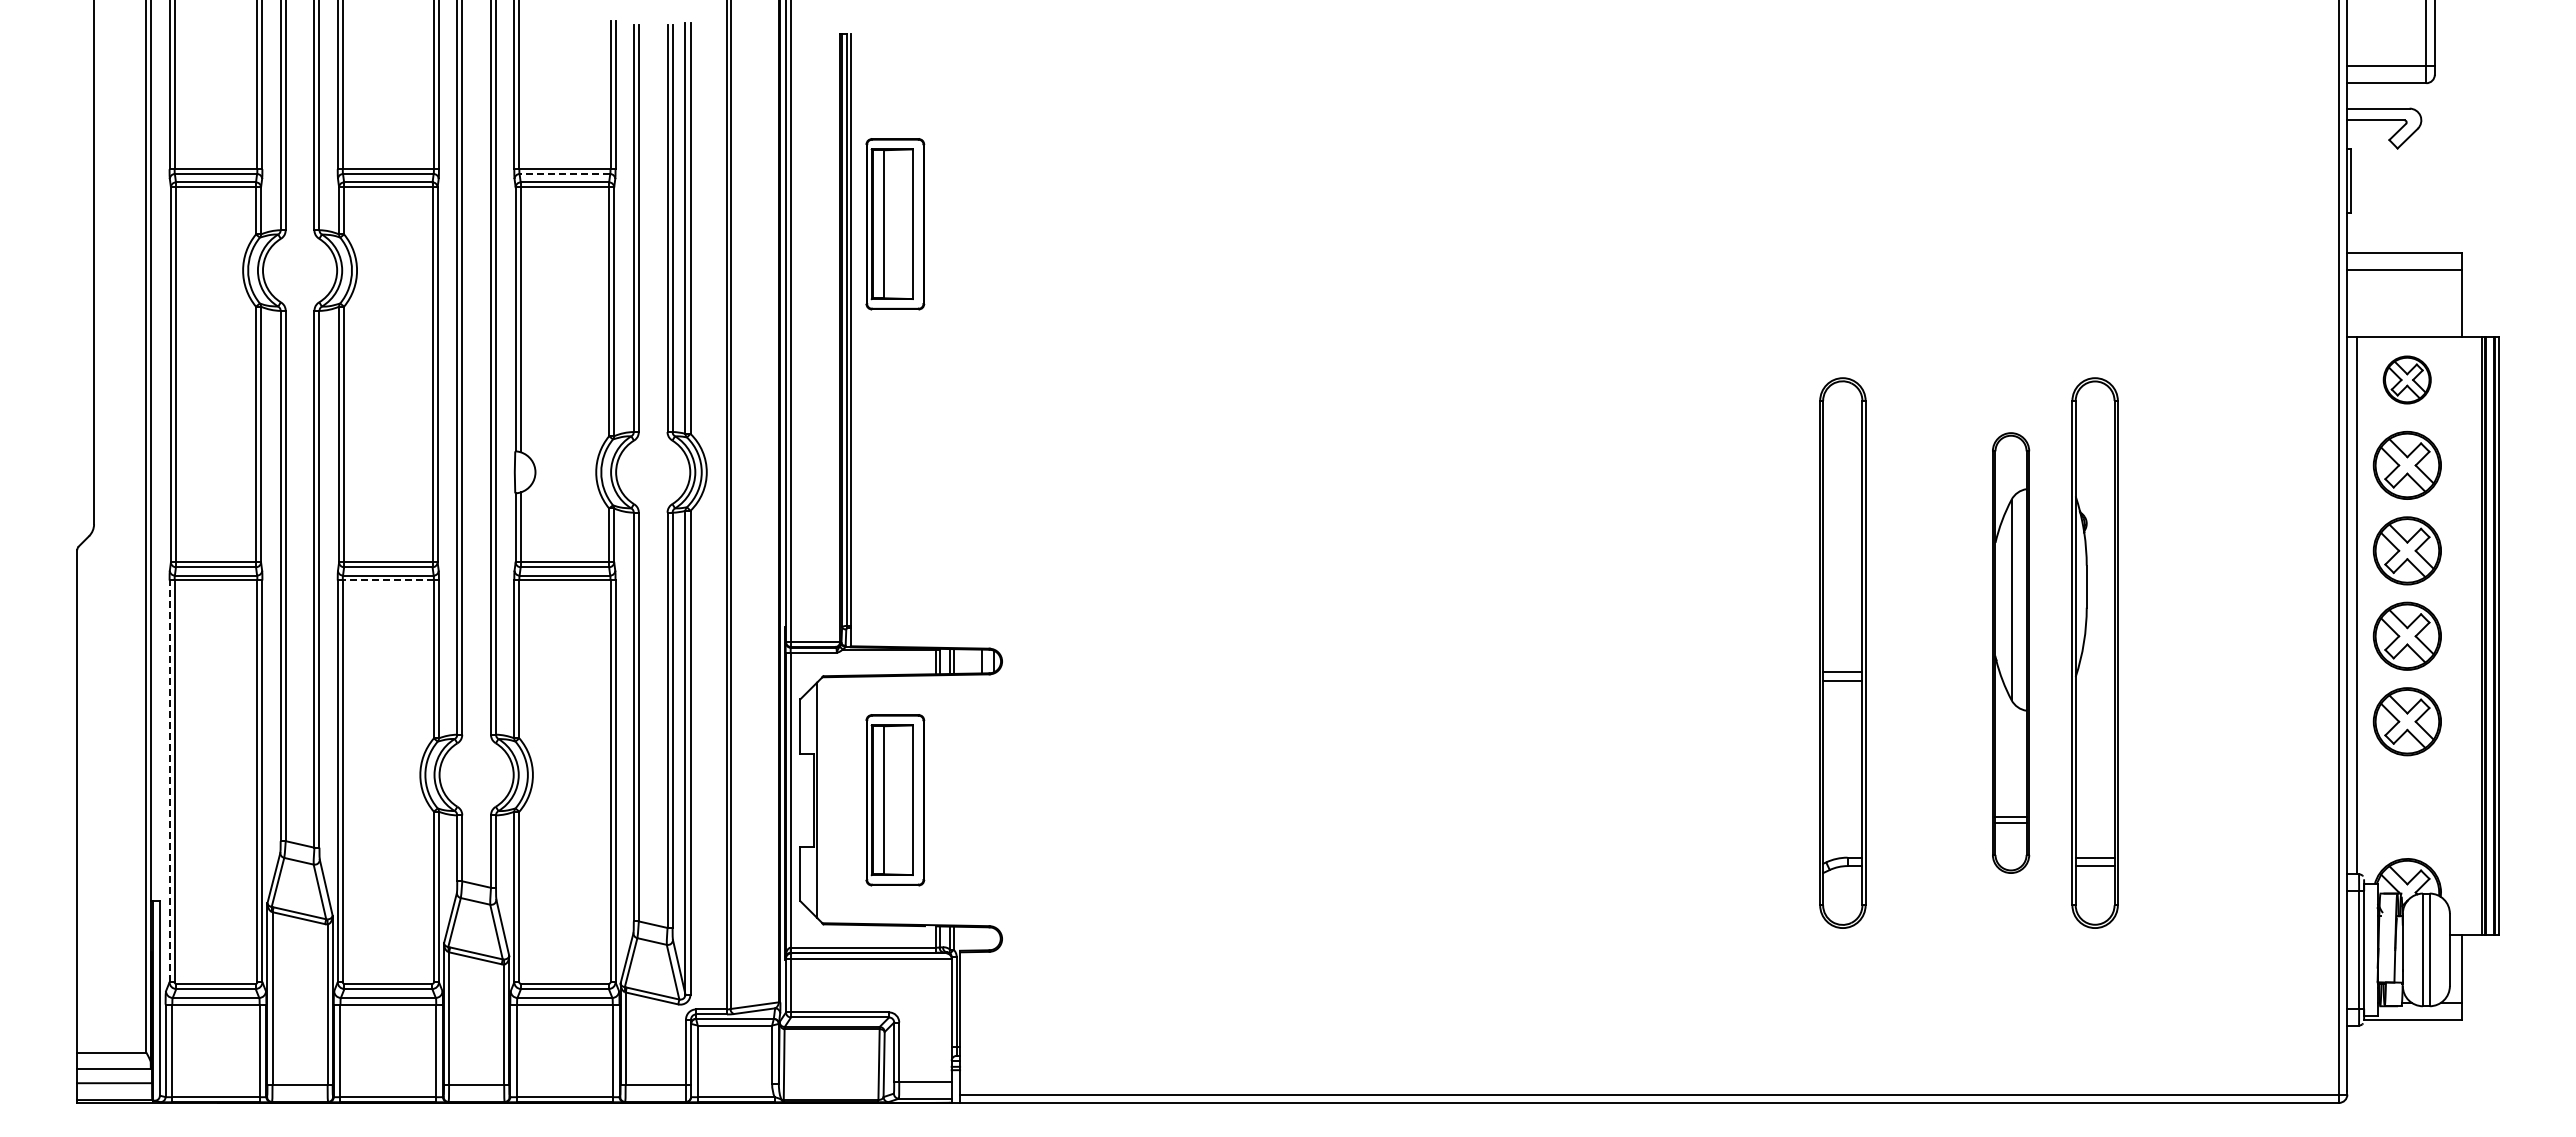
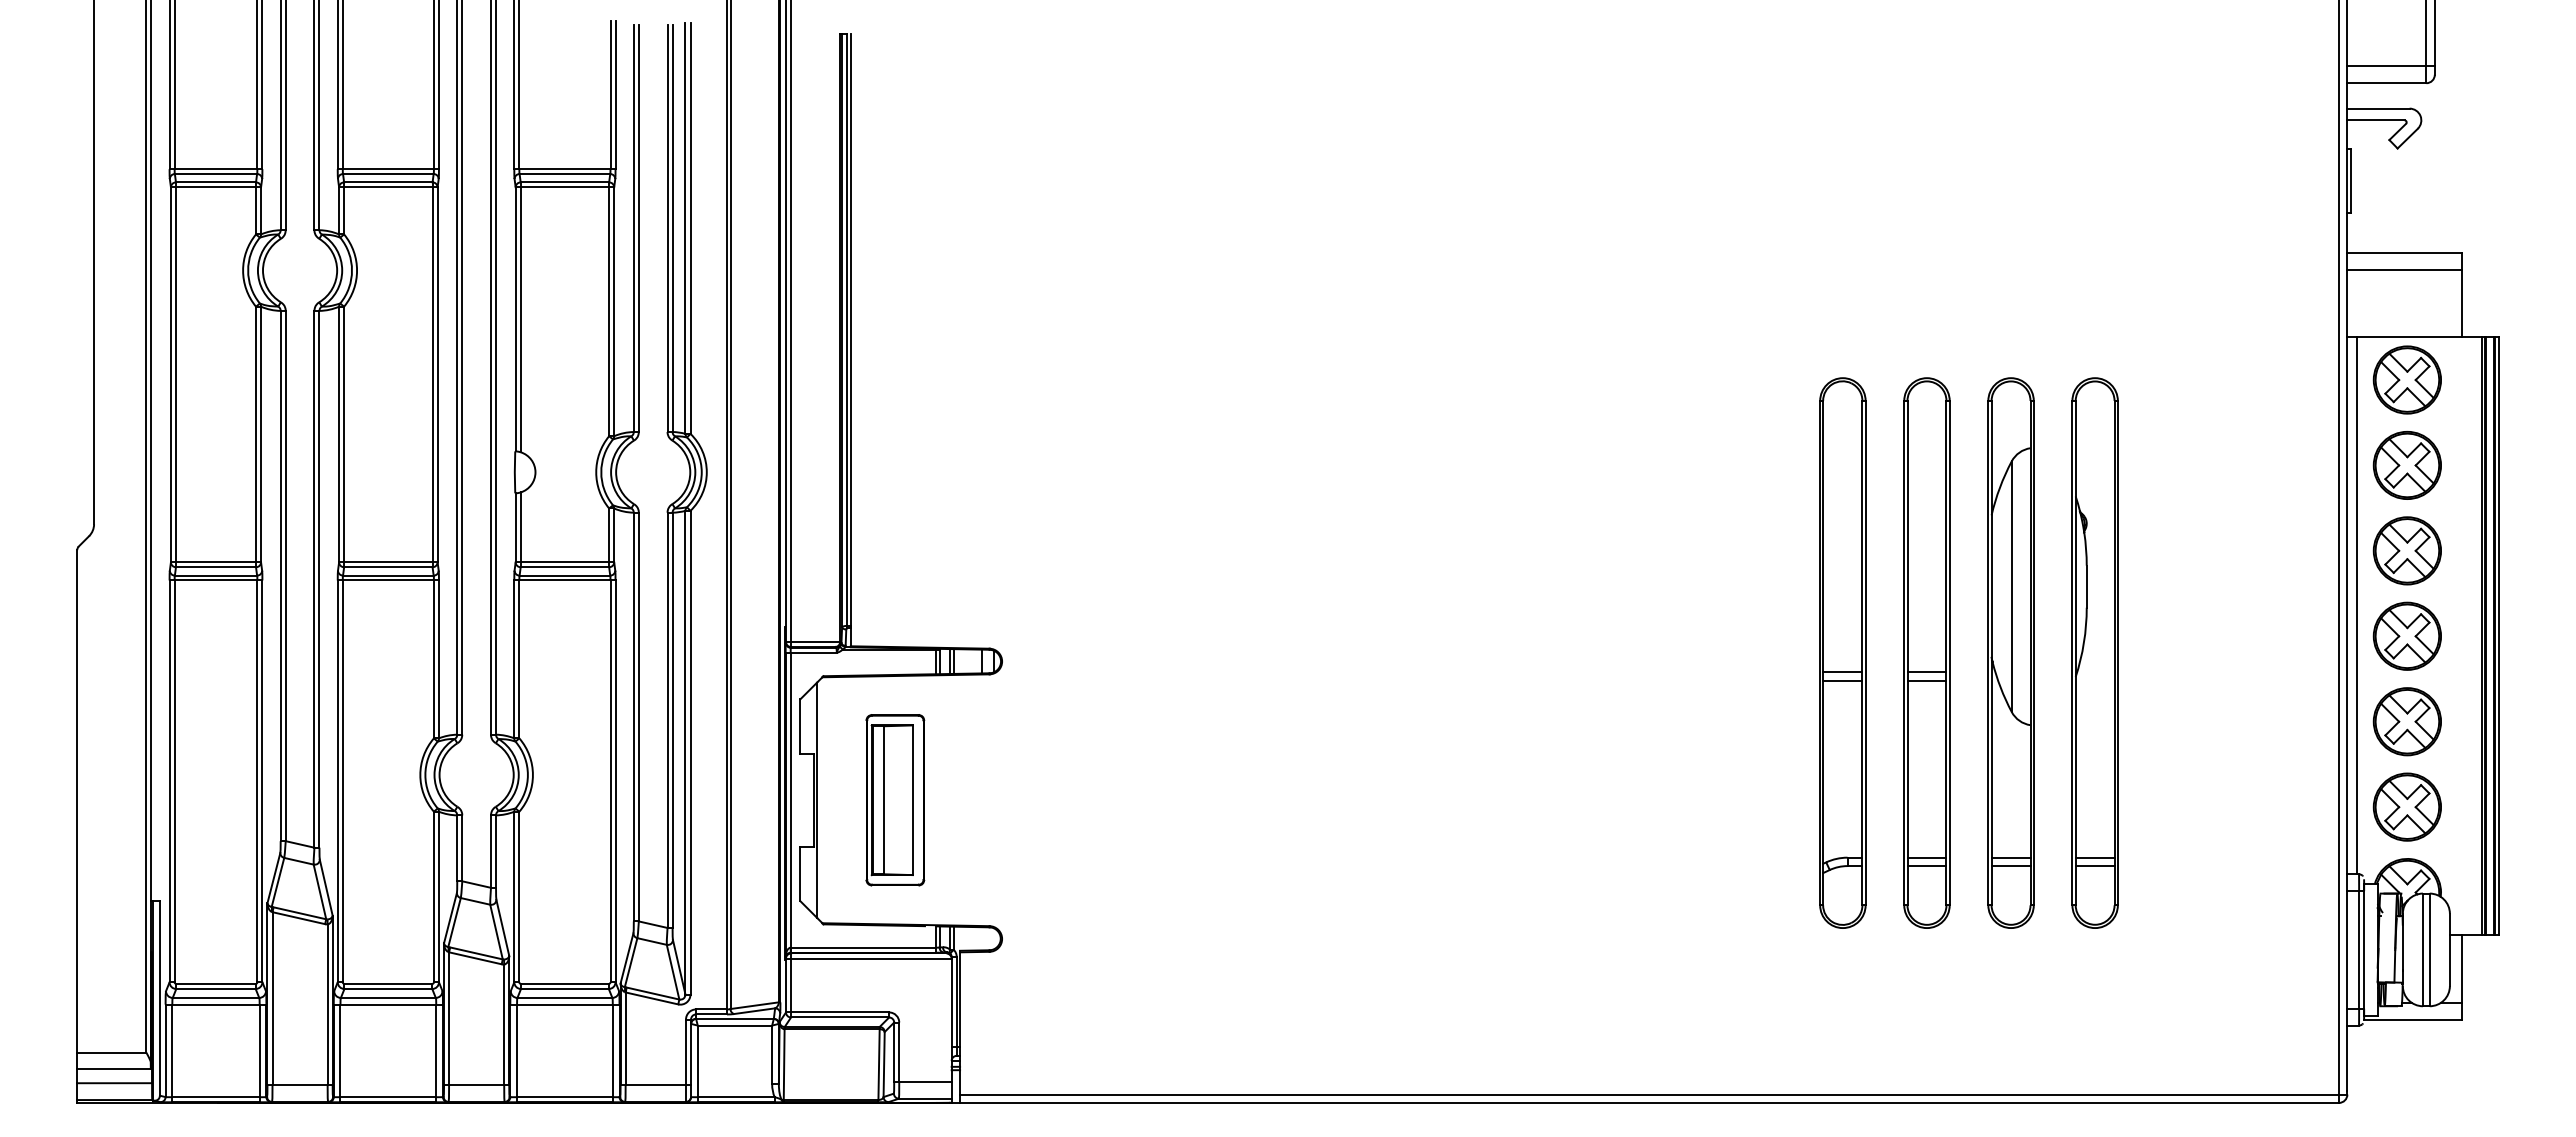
line at (564, 174): dashed -> solid
part at (895, 224): present -> none
part at (2406, 379) size: 50x50 px -> 70x70 px
line at (388, 580): dashed -> solid
part at (1926, 652): none -> present
part at (2011, 652) size: 39x442 px -> 48x552 px
line at (169, 781): dashed -> solid
part at (2406, 806): none -> present
